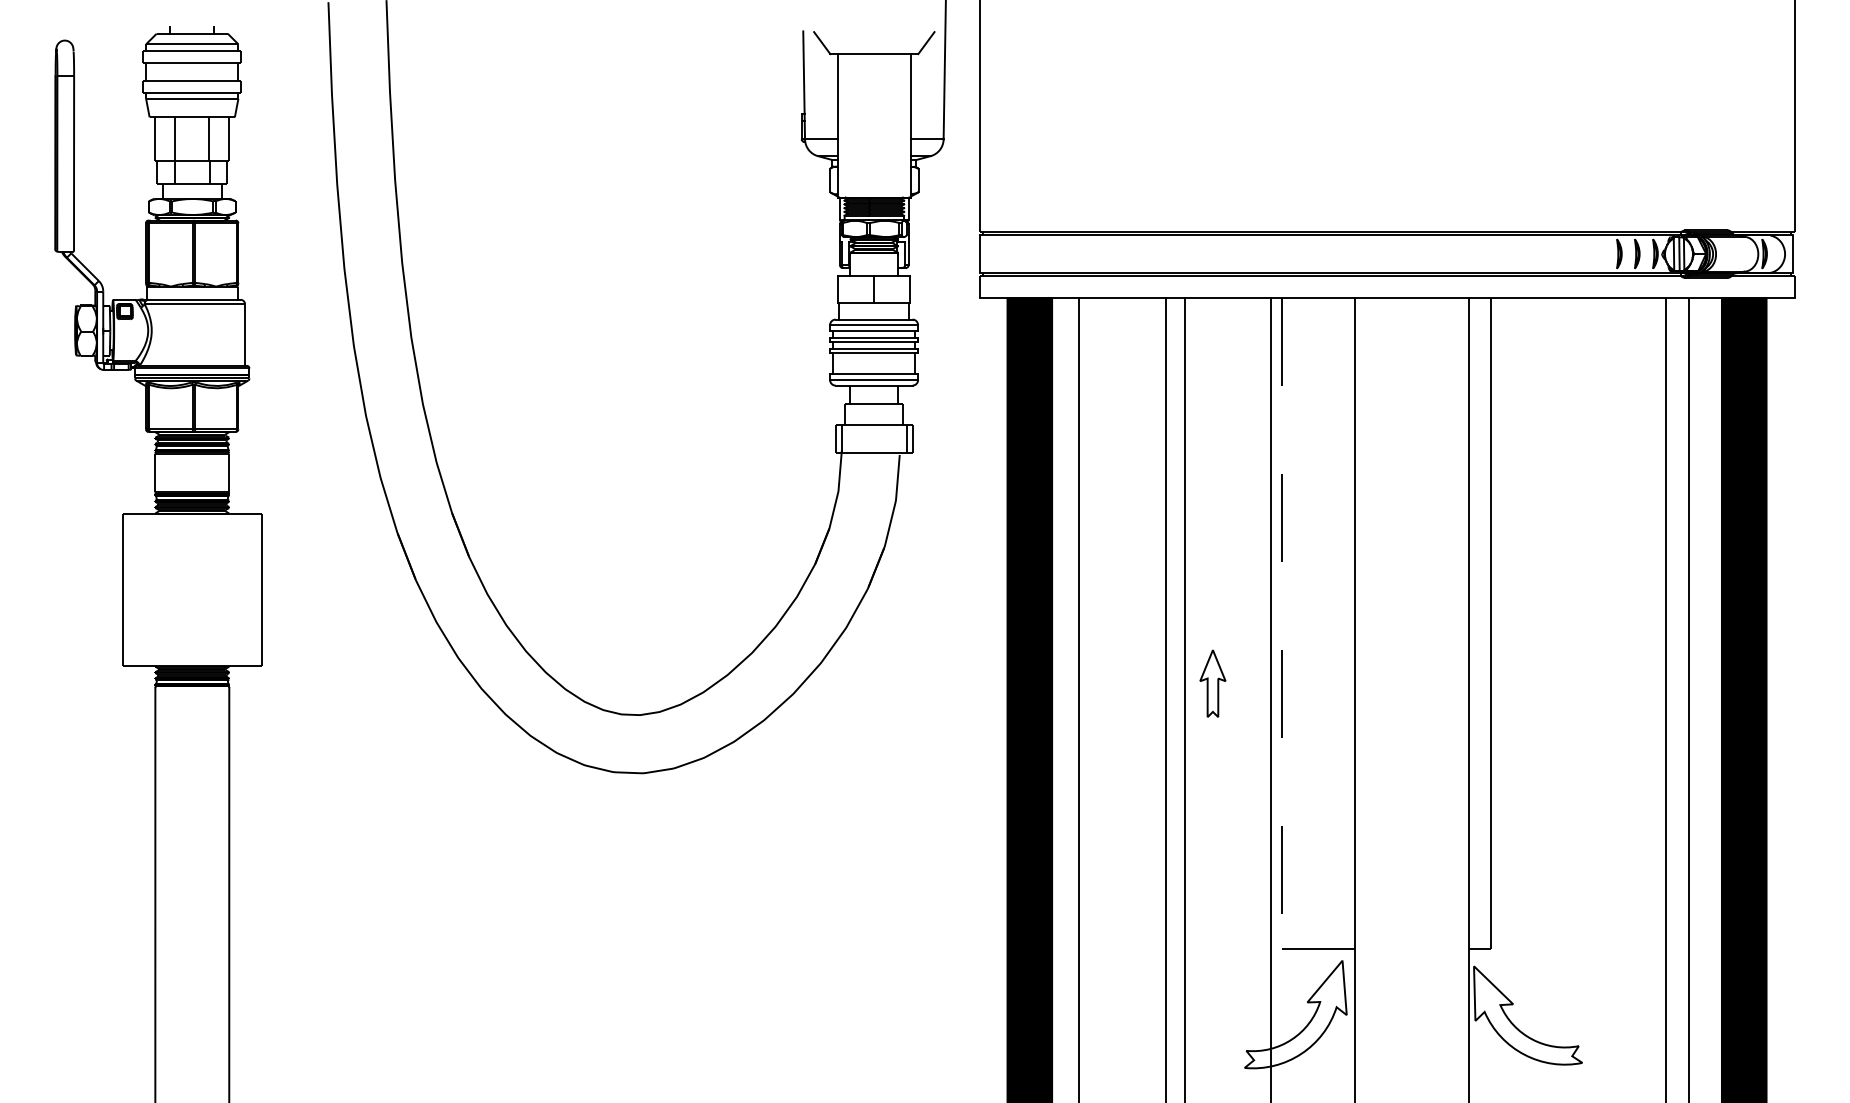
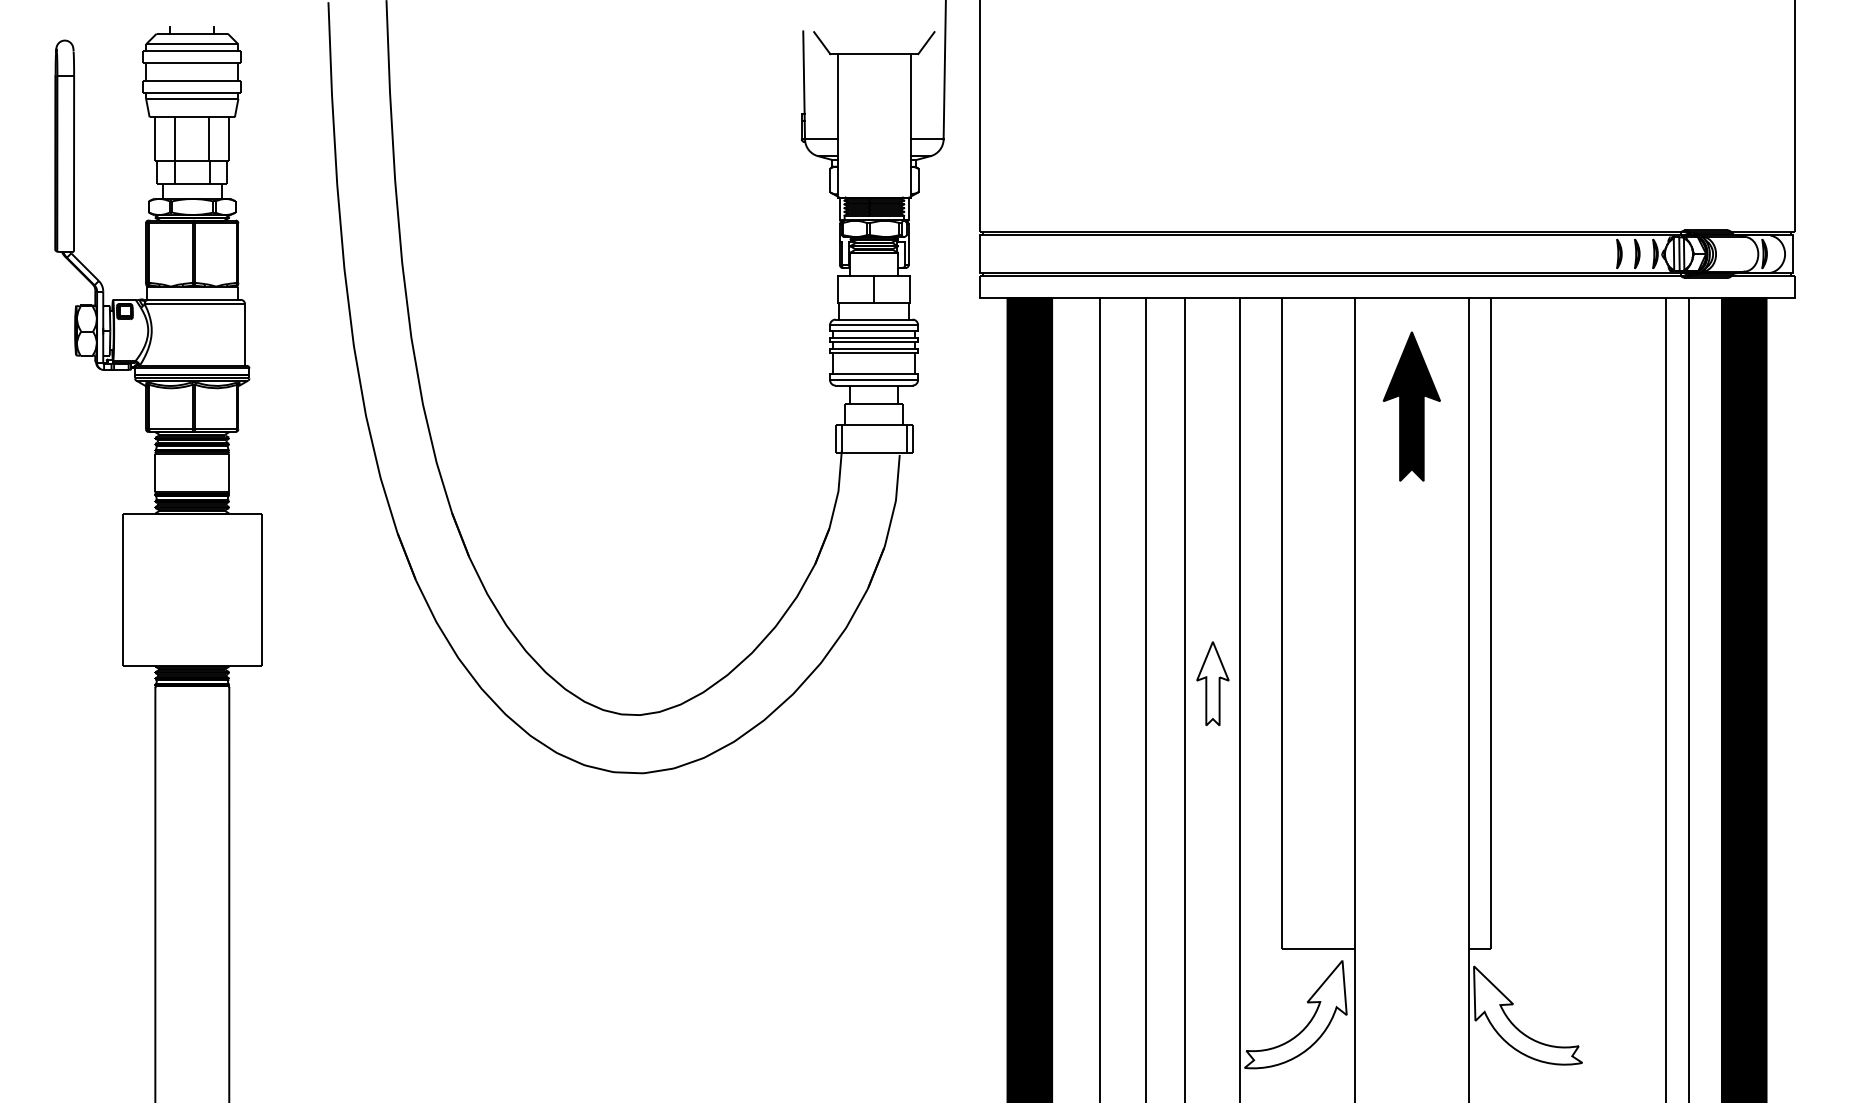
part at (1411, 406): none -> present
line at (1282, 623): dashed -> solid
part at (1212, 683) size: 28x69 px -> 34x85 px
line at (1079, 698) position: (1079, 698) -> (1100, 698)
line at (1165, 698) position: (1165, 698) -> (1145, 698)
line at (1271, 698) position: (1271, 698) -> (1240, 698)
